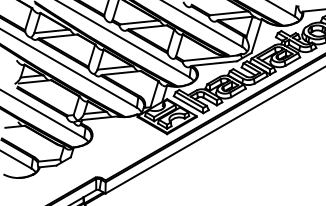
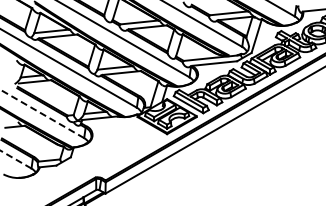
line at (41, 113): solid -> dashed
line at (15, 159): solid -> dashed
